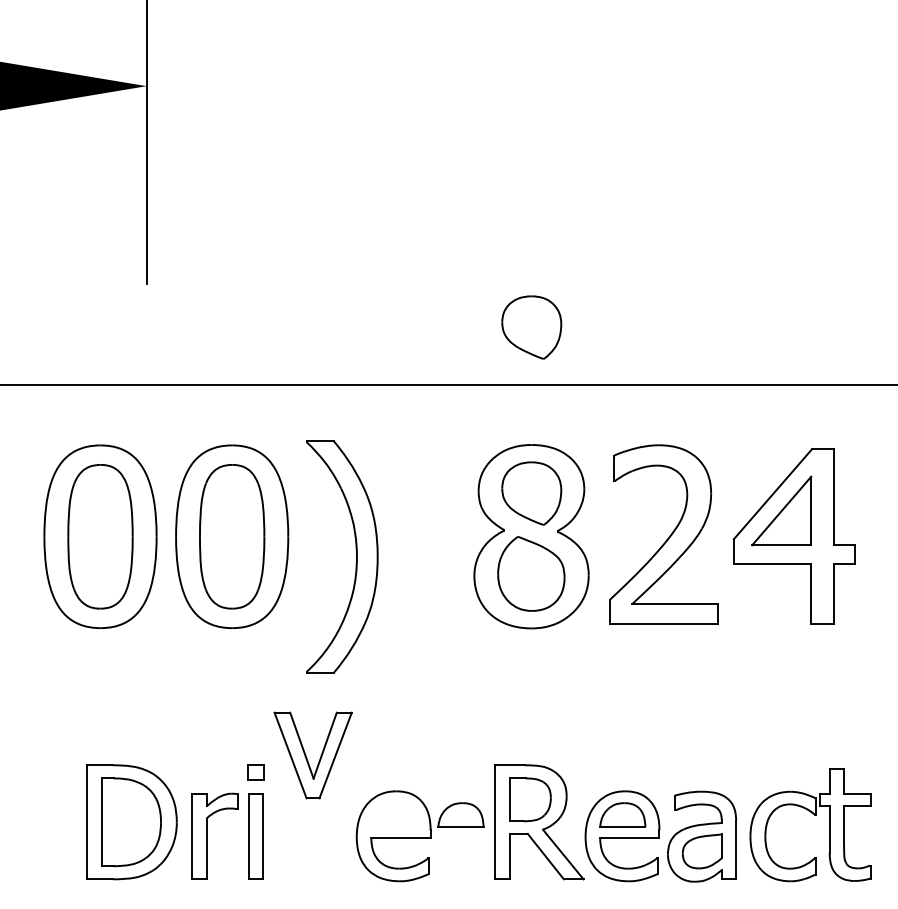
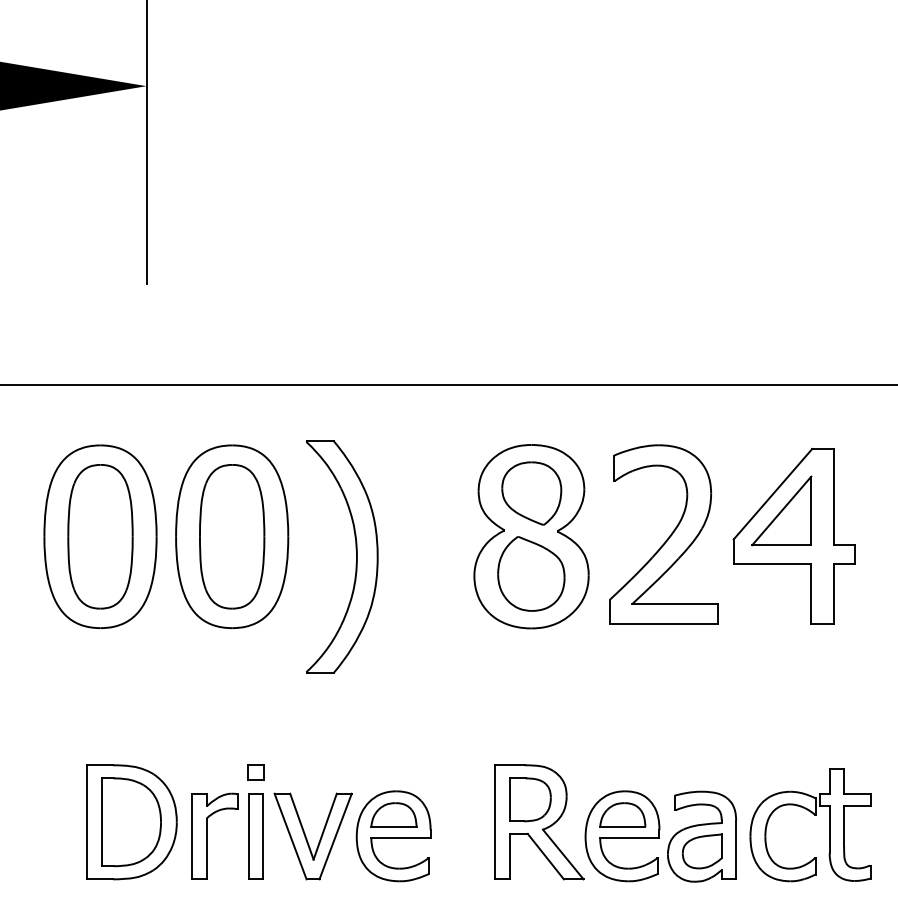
part at (531, 327): present -> none
part at (312, 755) position: (312, 755) -> (312, 836)
part at (460, 814) position: (460, 814) -> (393, 814)
